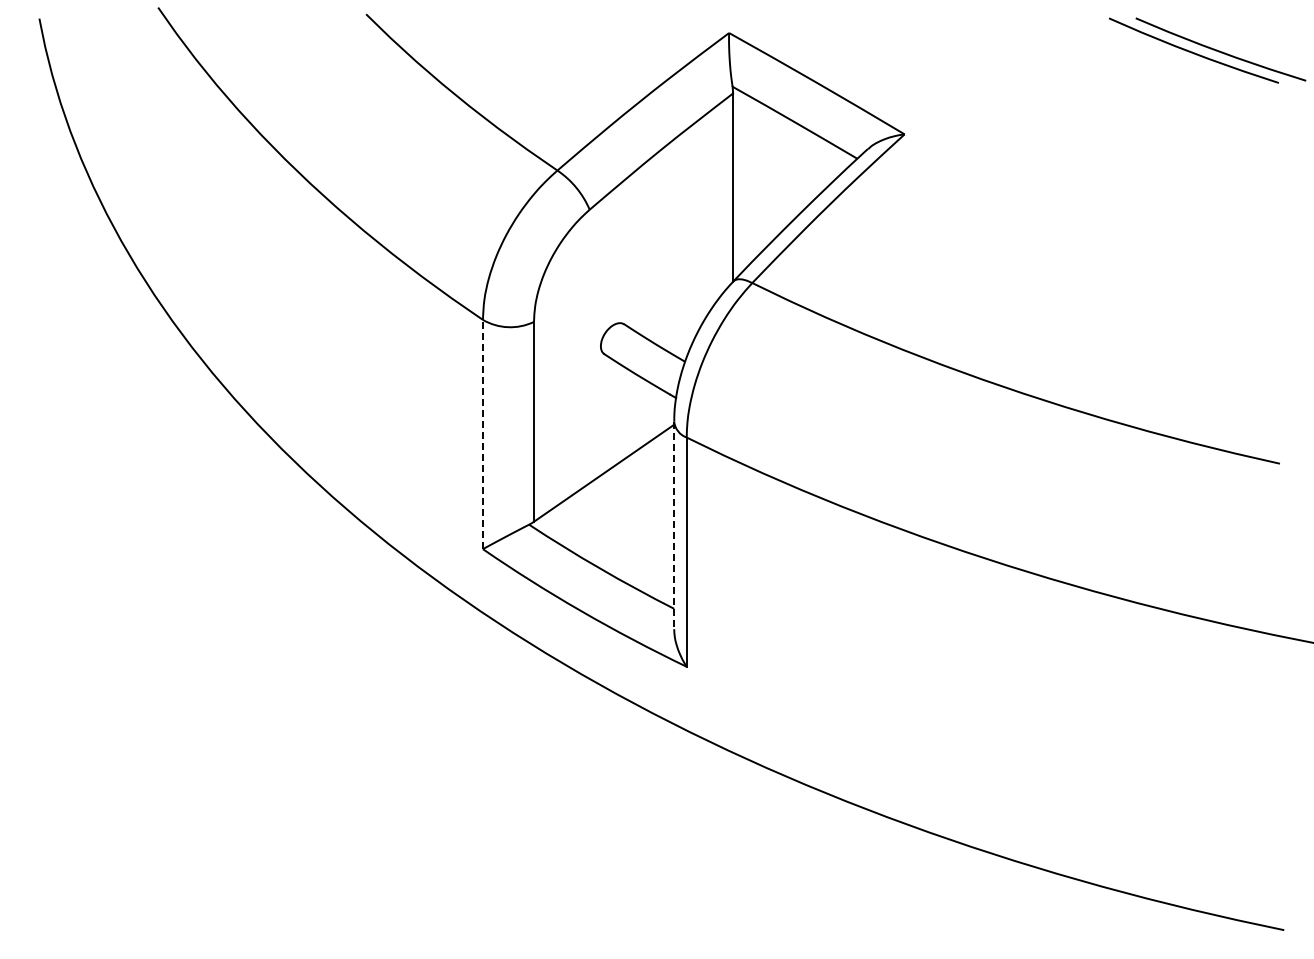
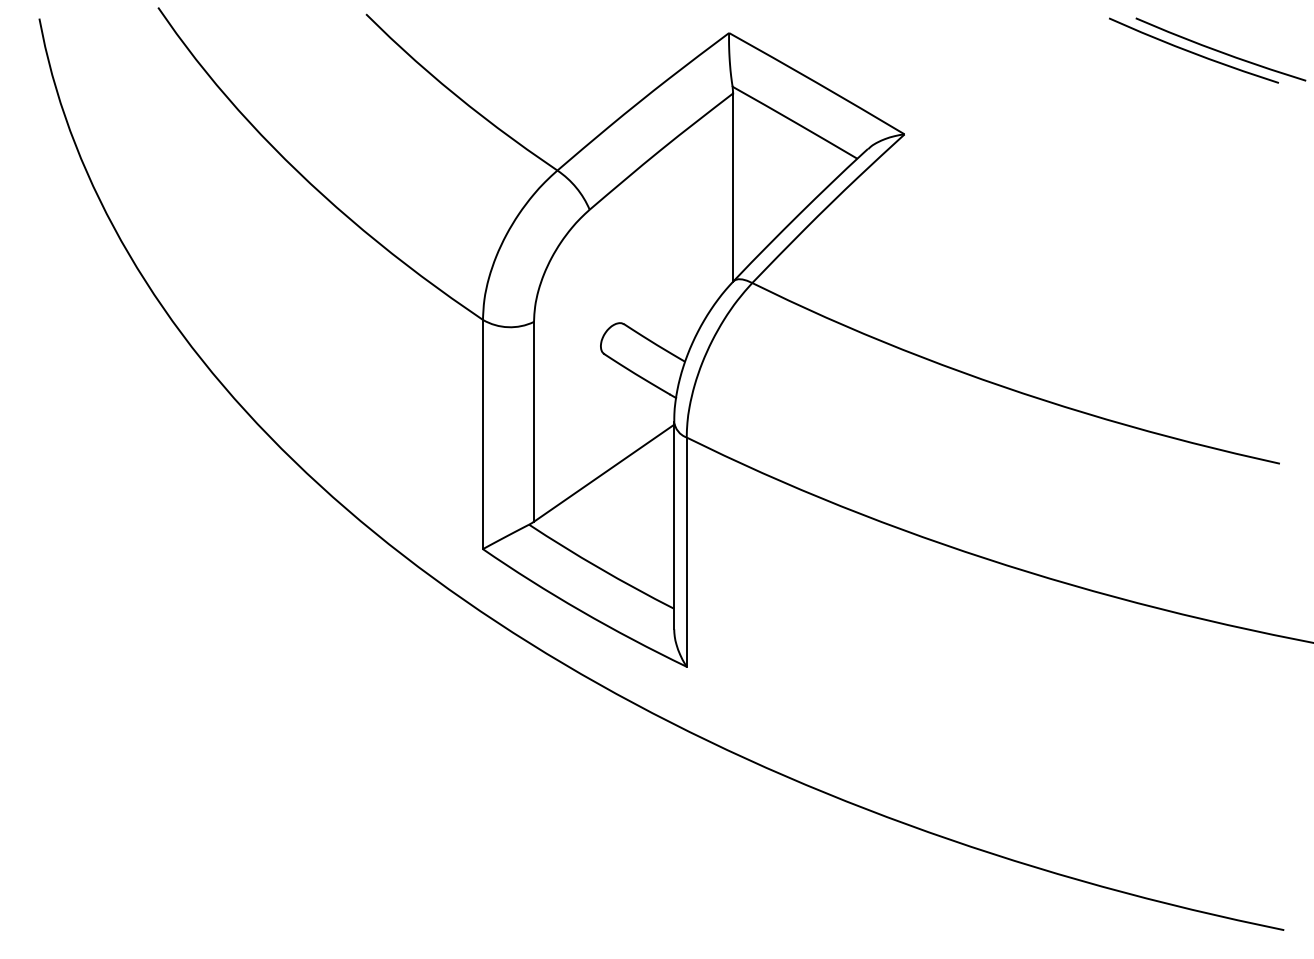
line at (482, 434): dashed -> solid
line at (674, 525): dashed -> solid
